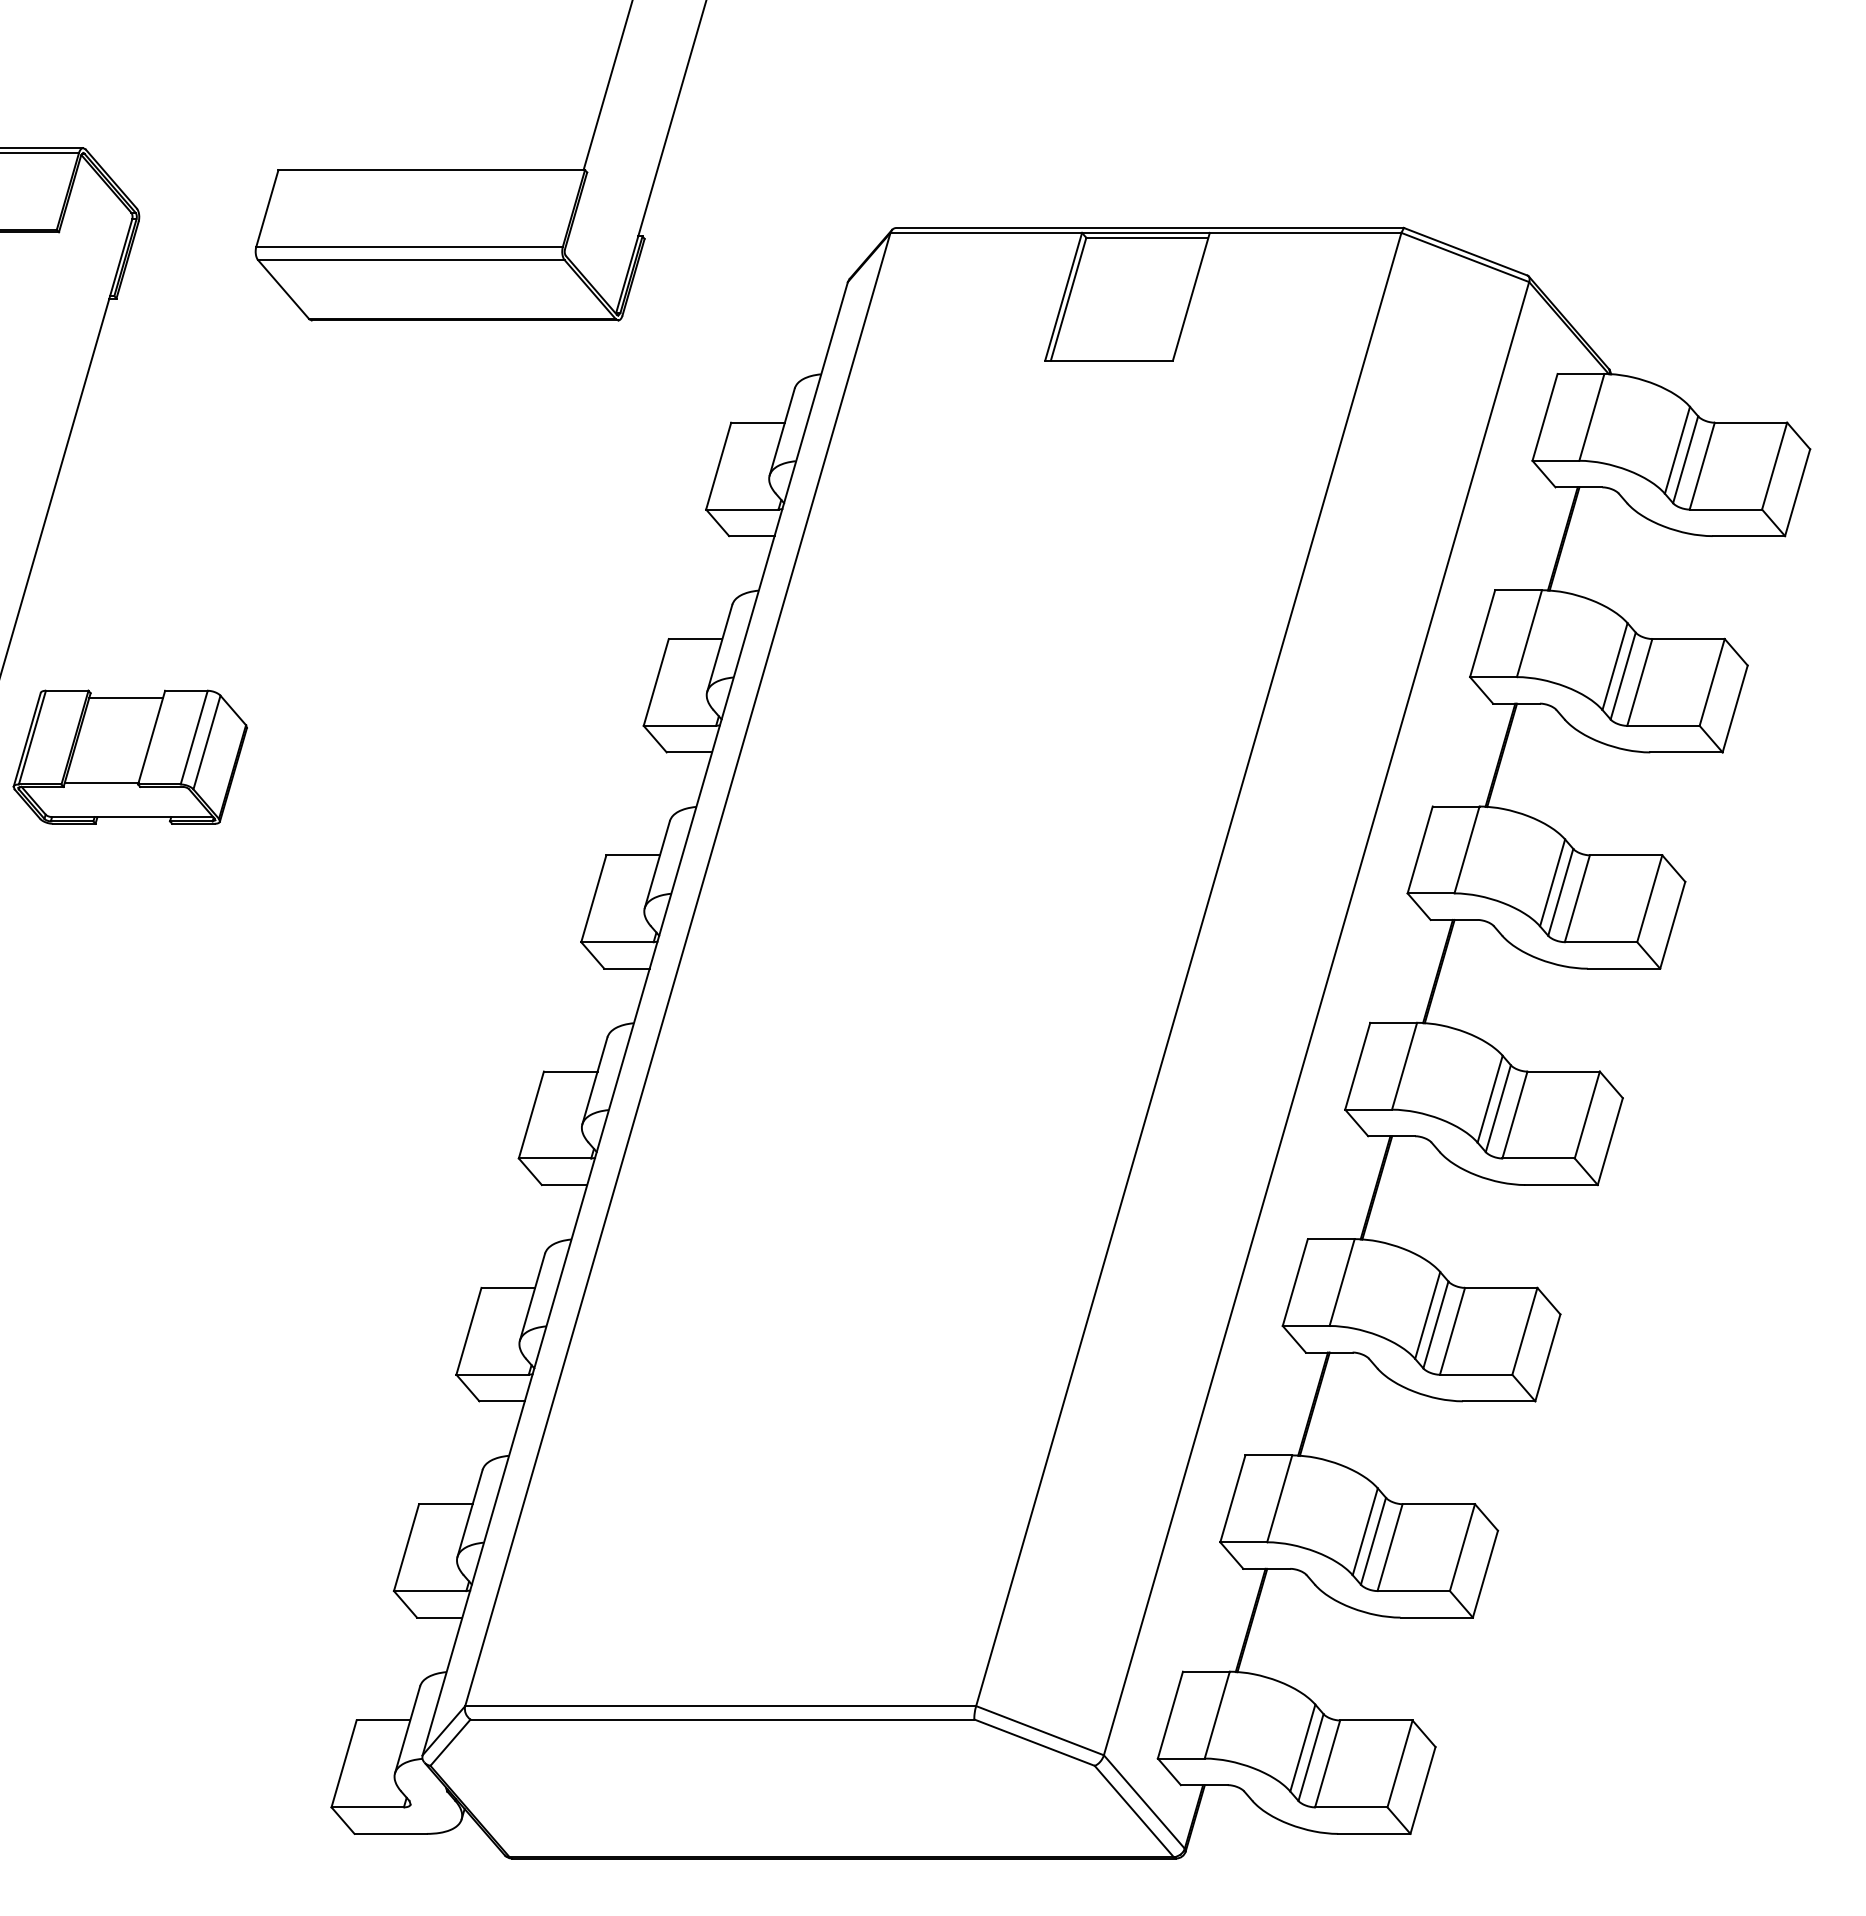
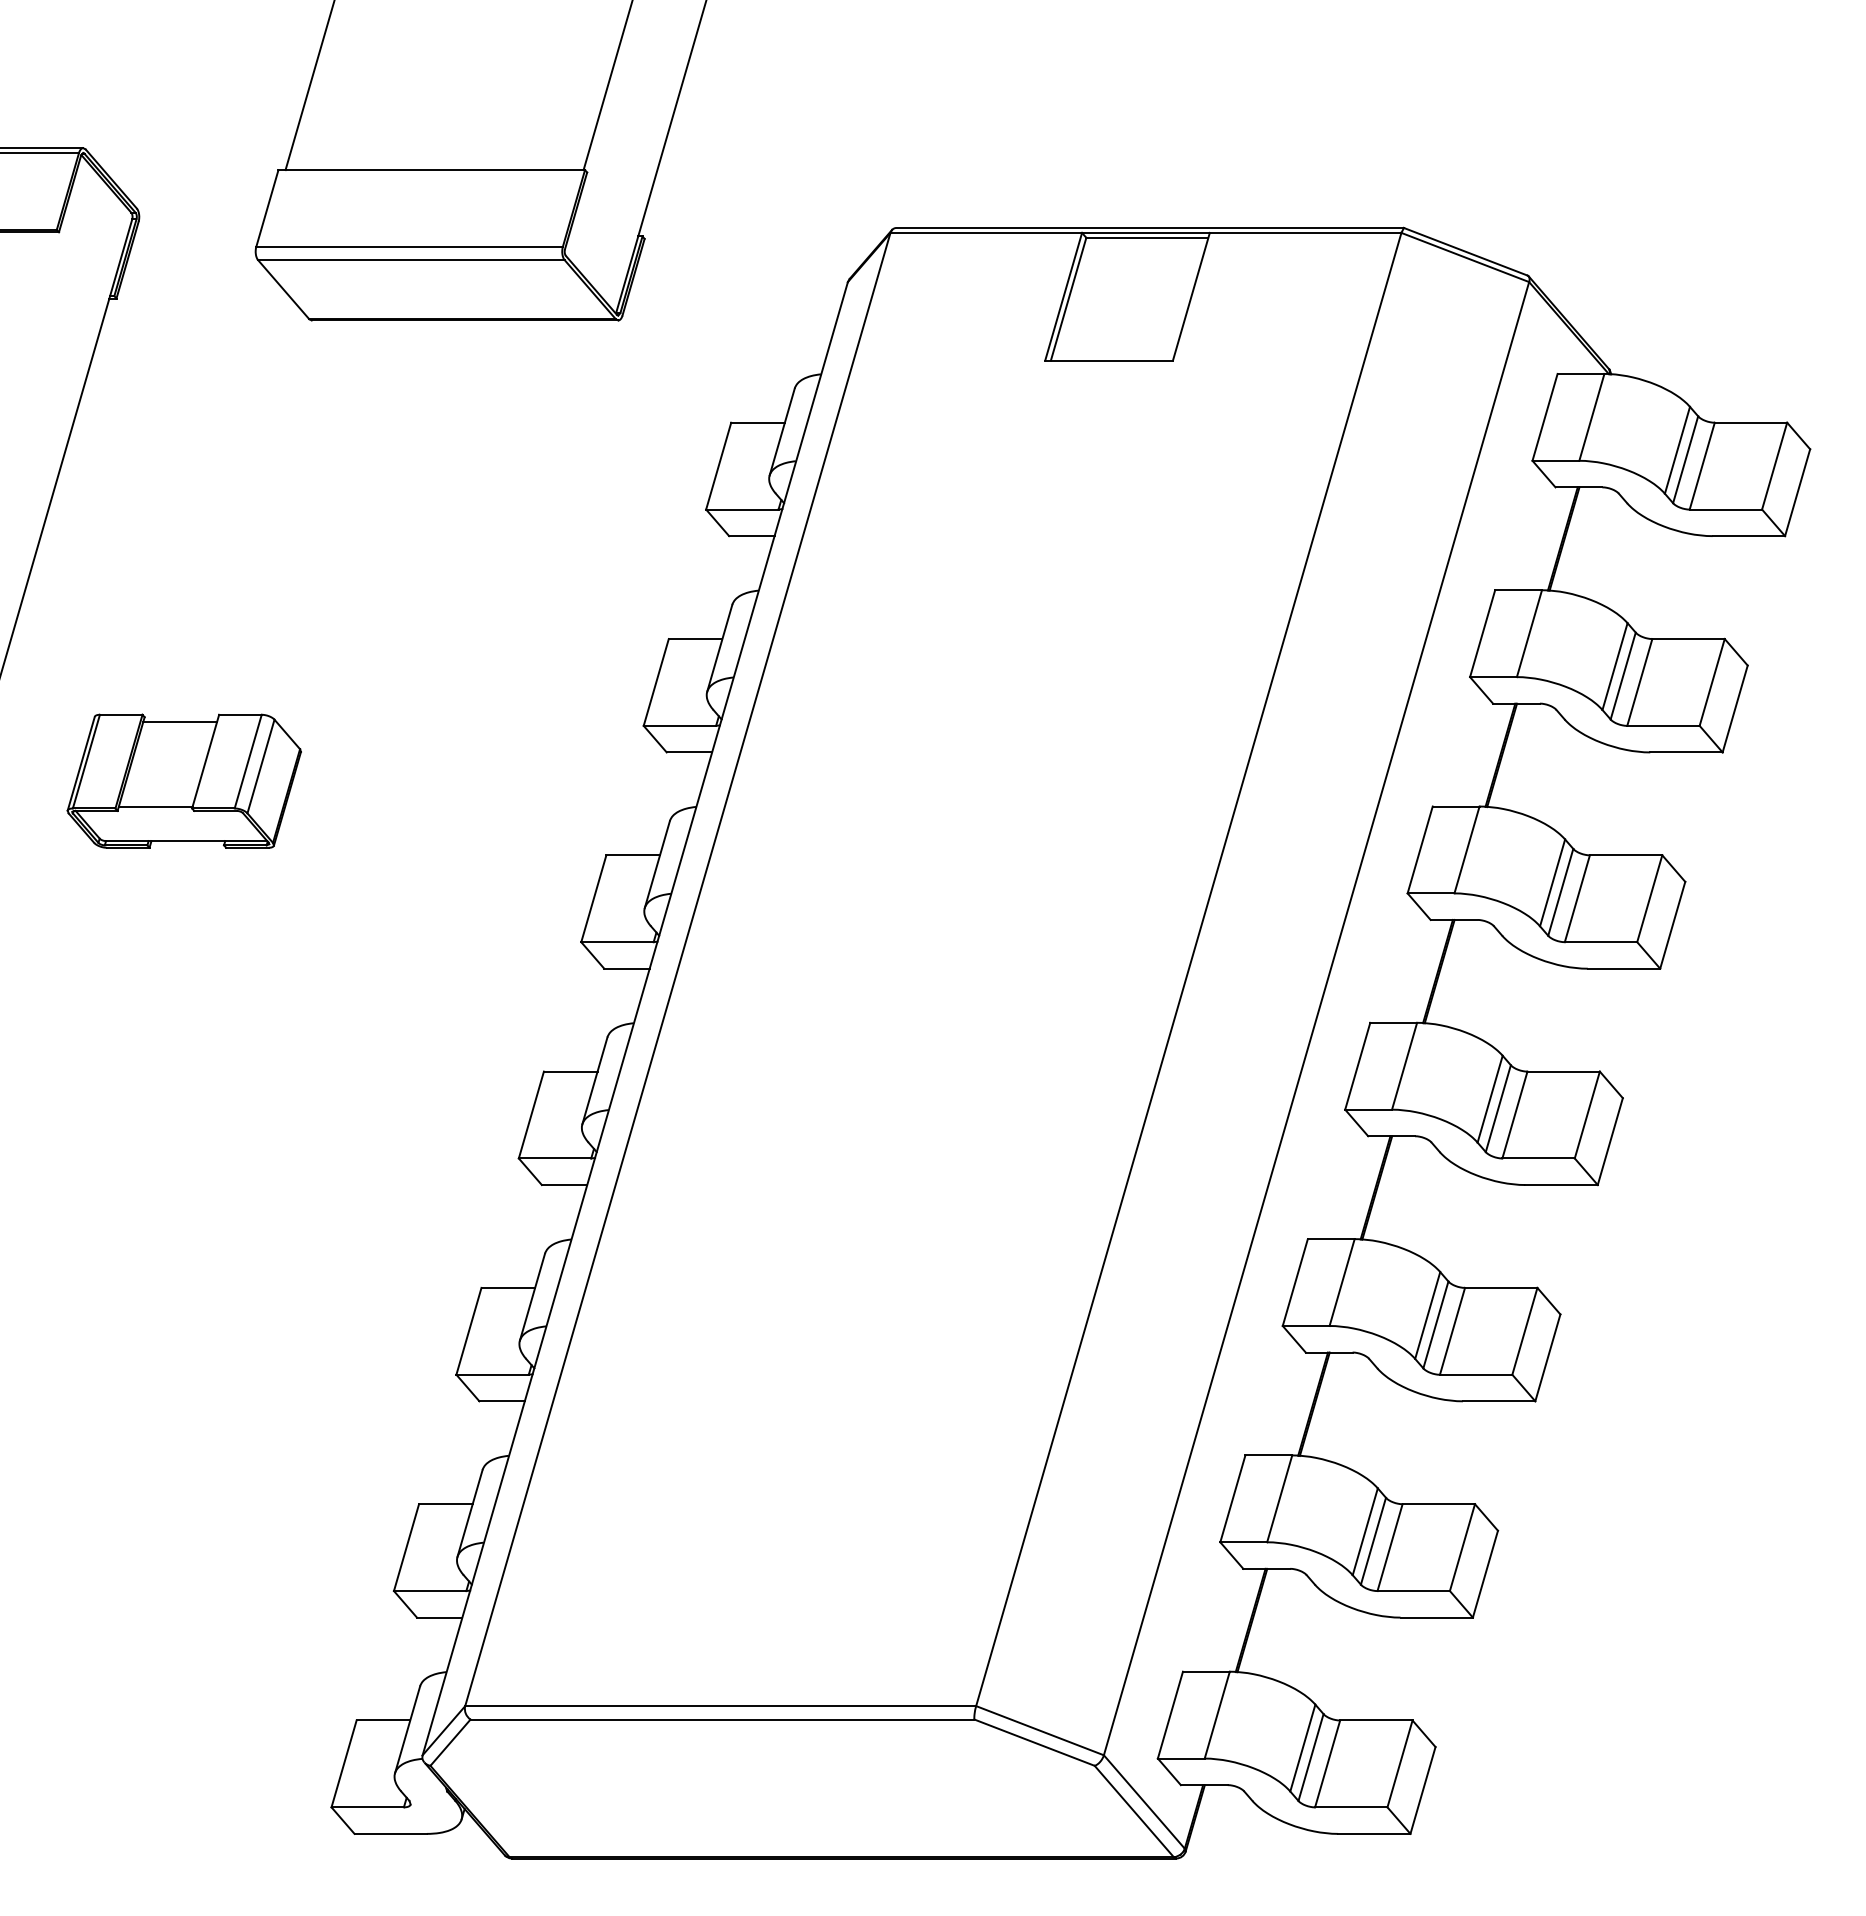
line at (309, 86): none -> present
part at (129, 756) position: (129, 756) -> (183, 780)
